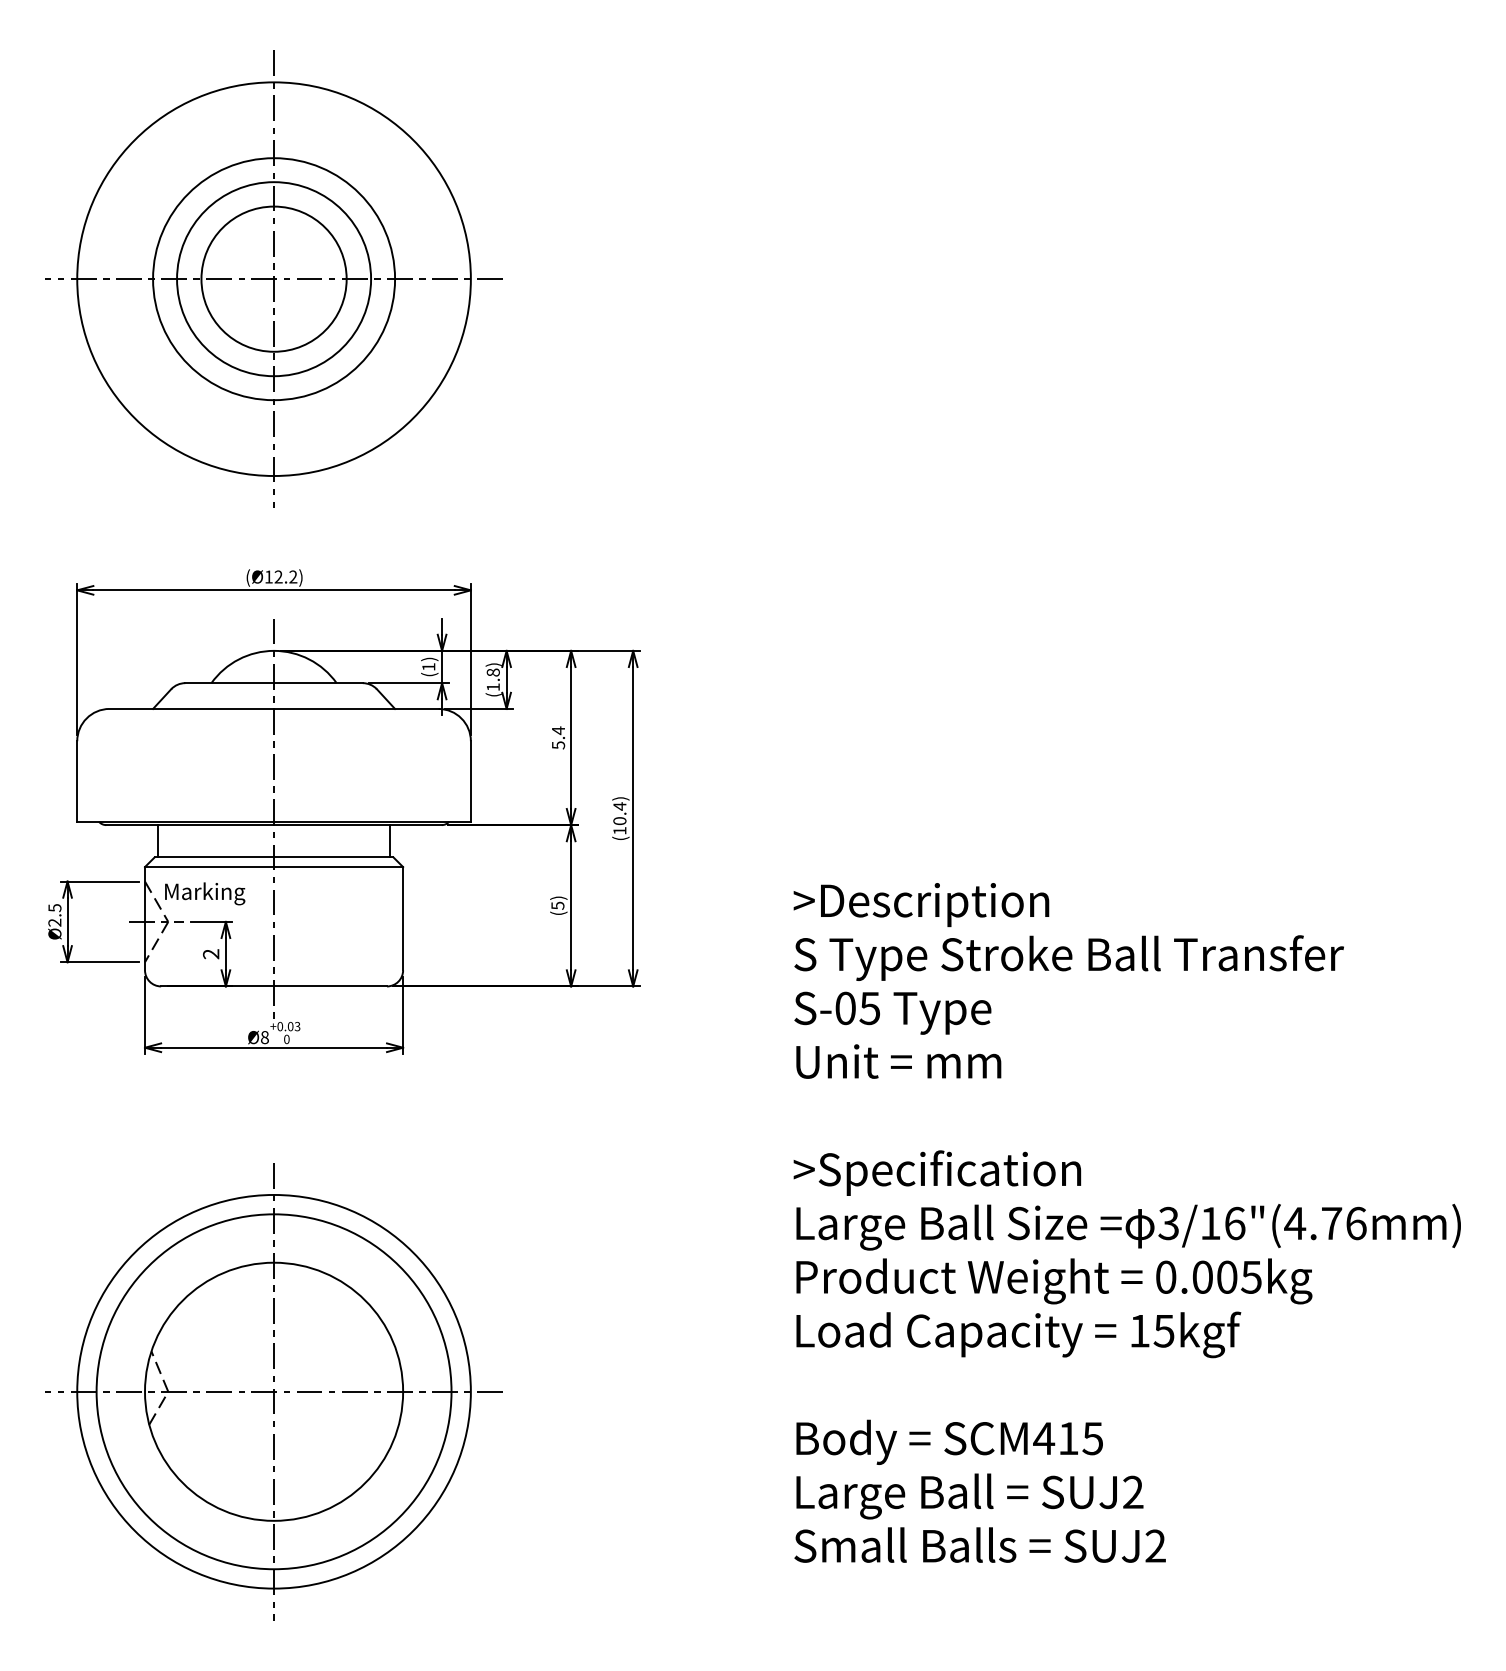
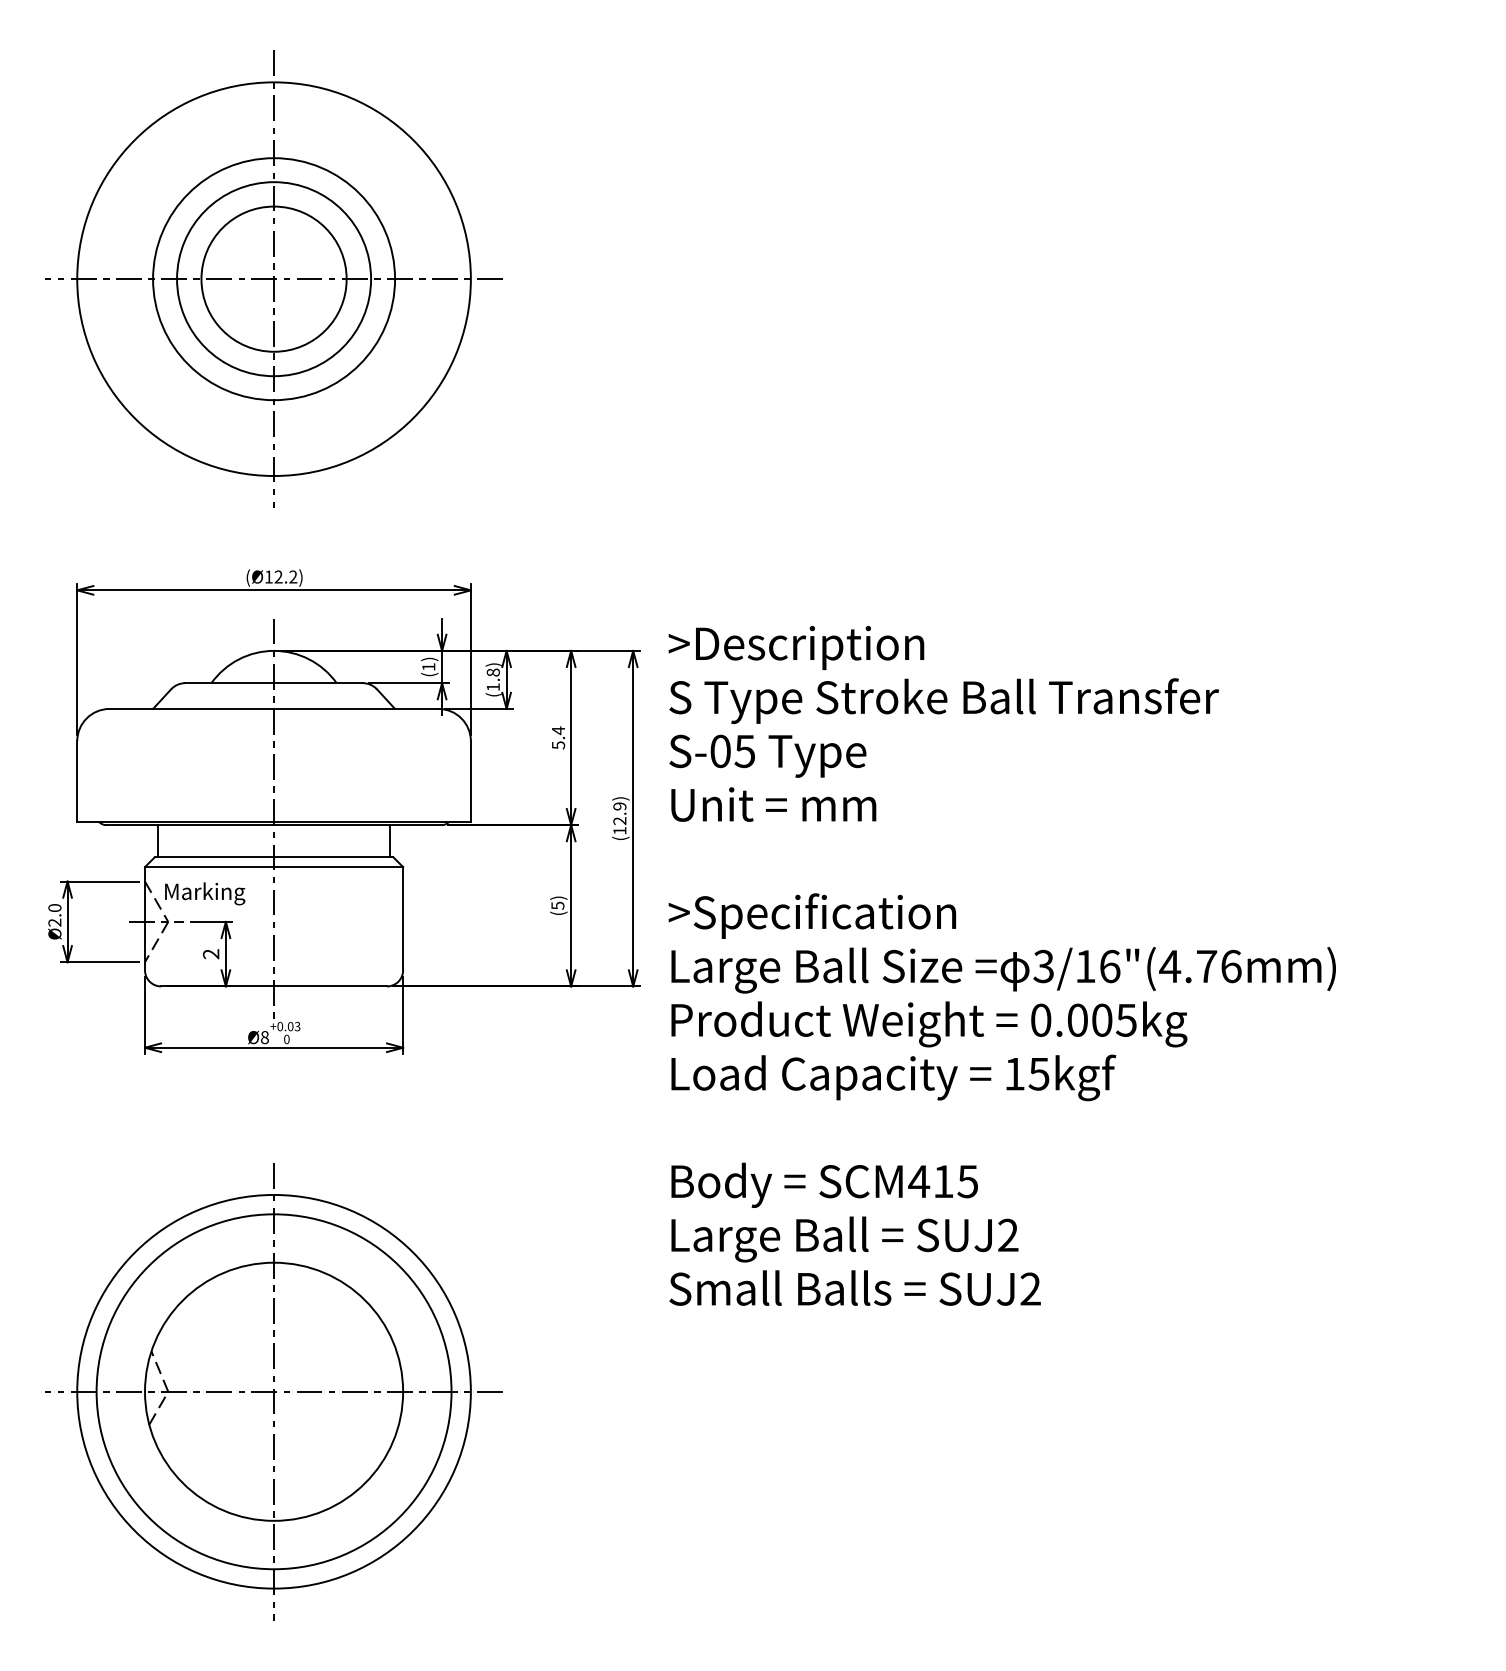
text at (619, 813): (10.4) -> (12.9)
text at (54, 908): Ø2.5 -> Ø2.0
text at (1126, 1222) position: (1126, 1222) -> (1001, 965)
